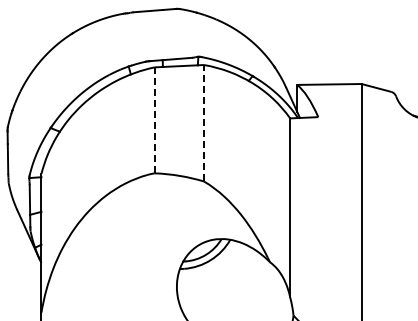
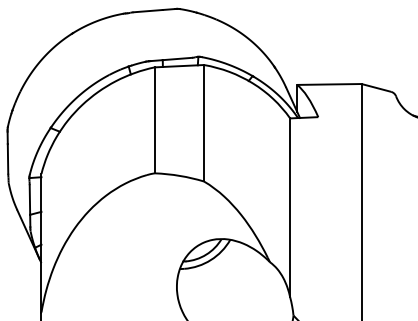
line at (154, 120): dashed -> solid
line at (203, 122): dashed -> solid
